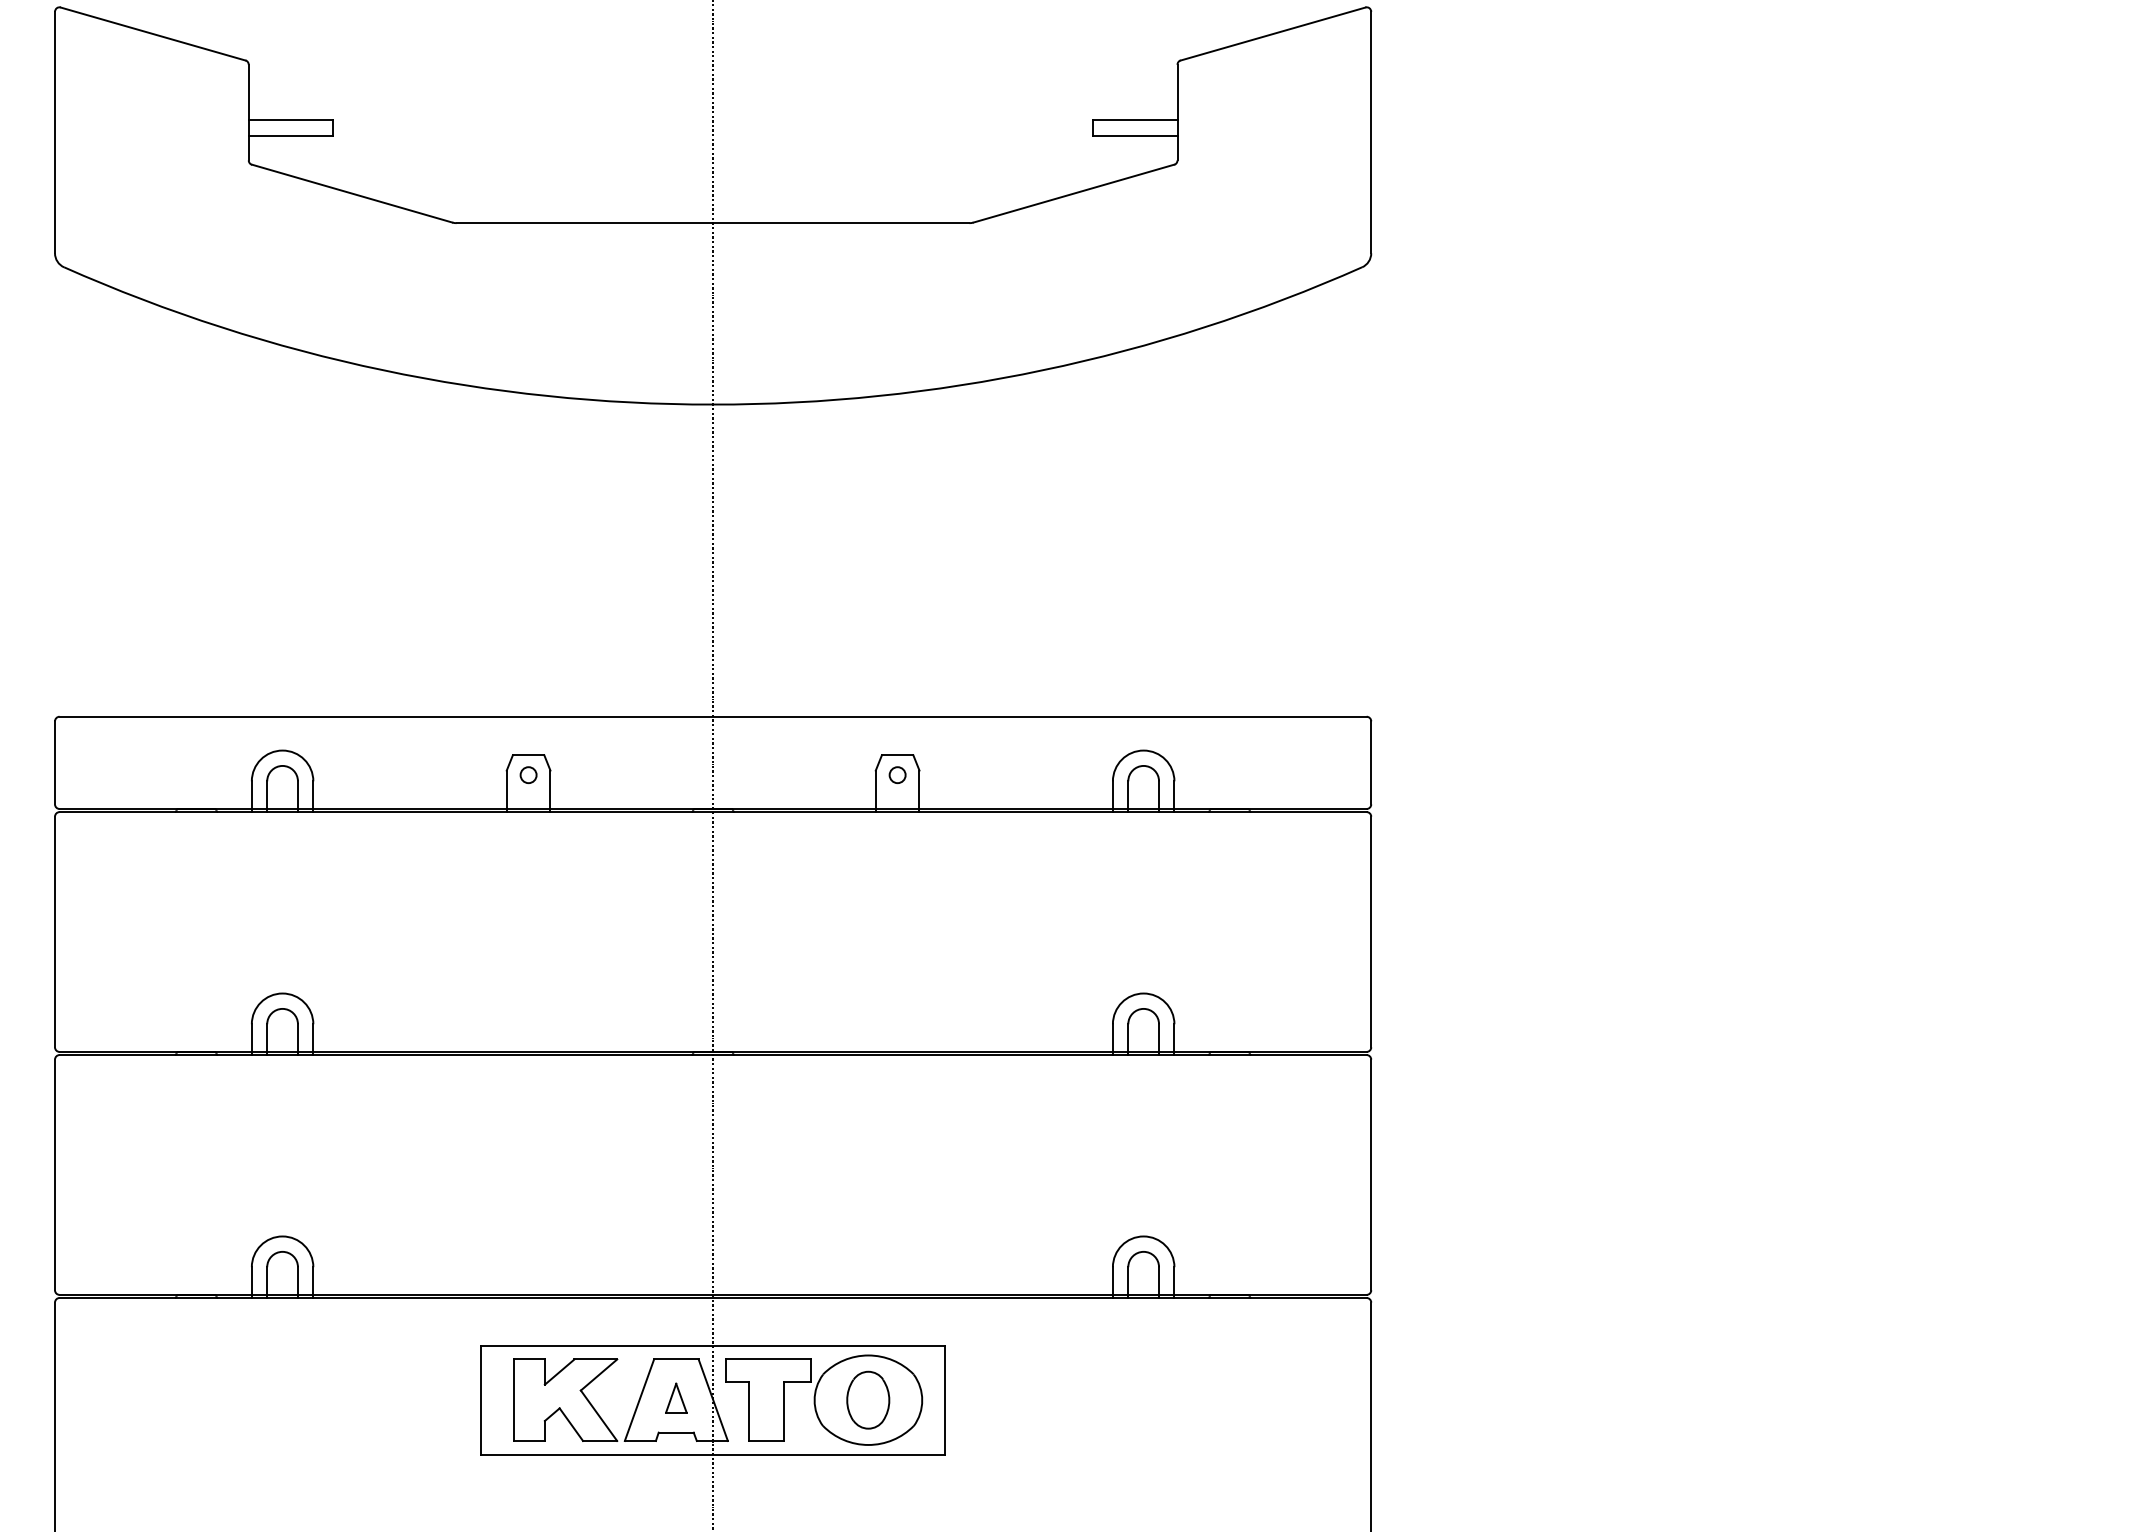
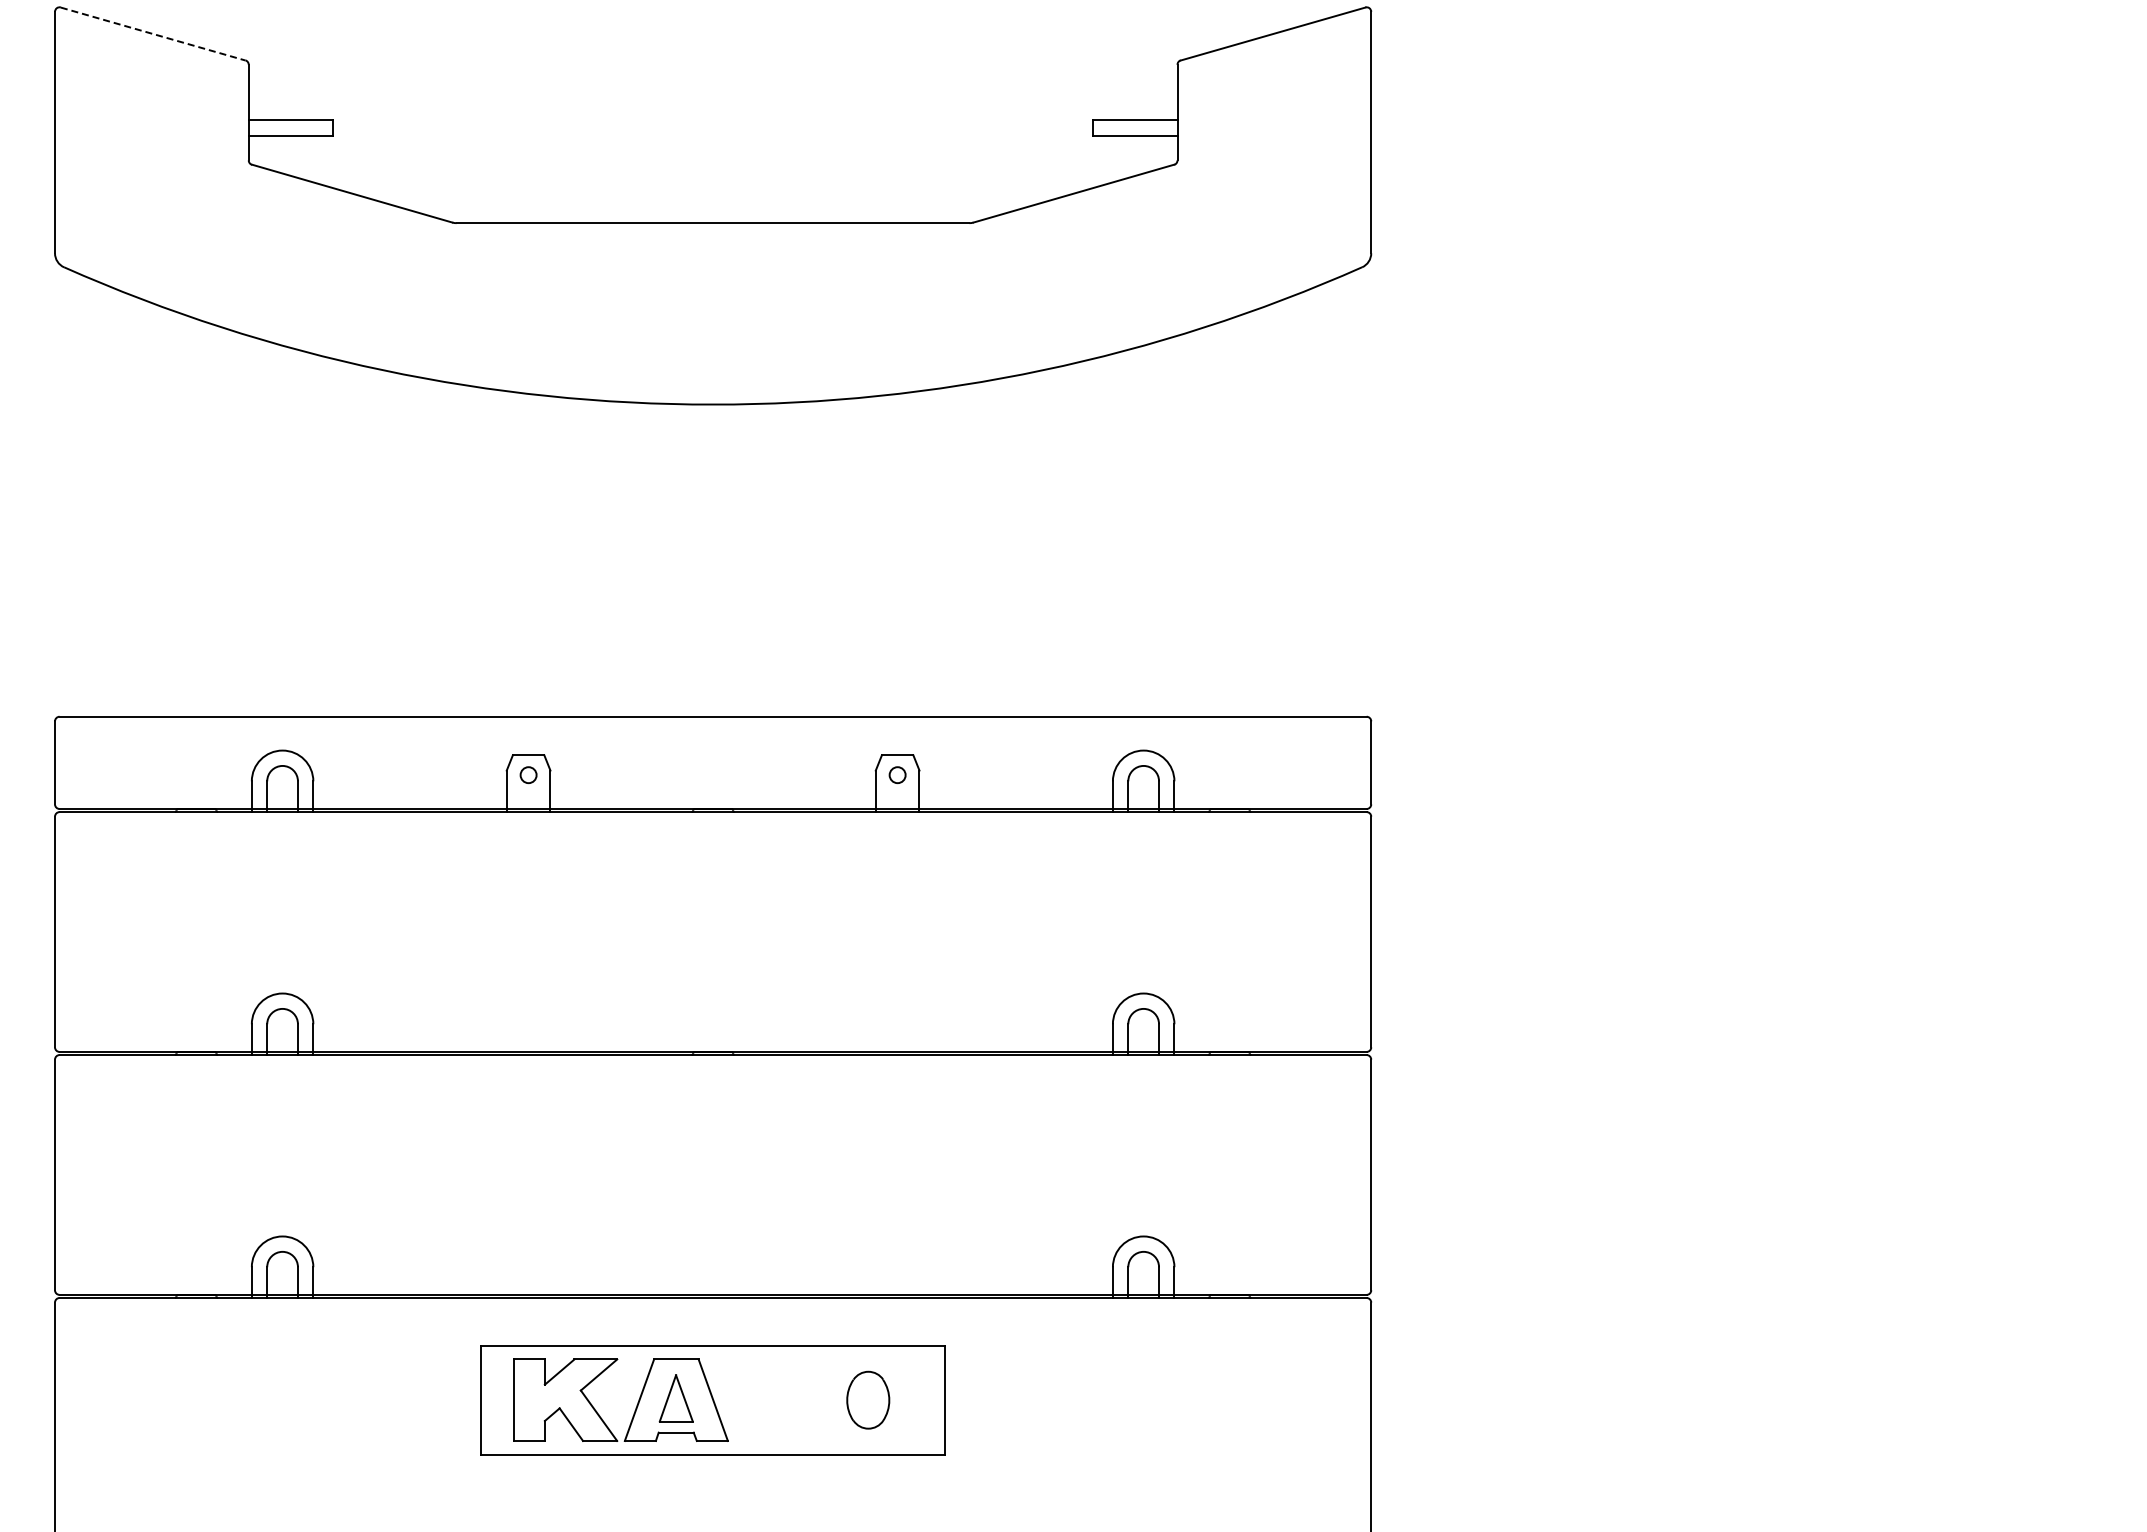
line at (153, 34): solid -> dashed
line at (713, 765): present -> none
part at (676, 1397) size: 23x32 px -> 36x49 px
part at (824, 1399): present -> none
